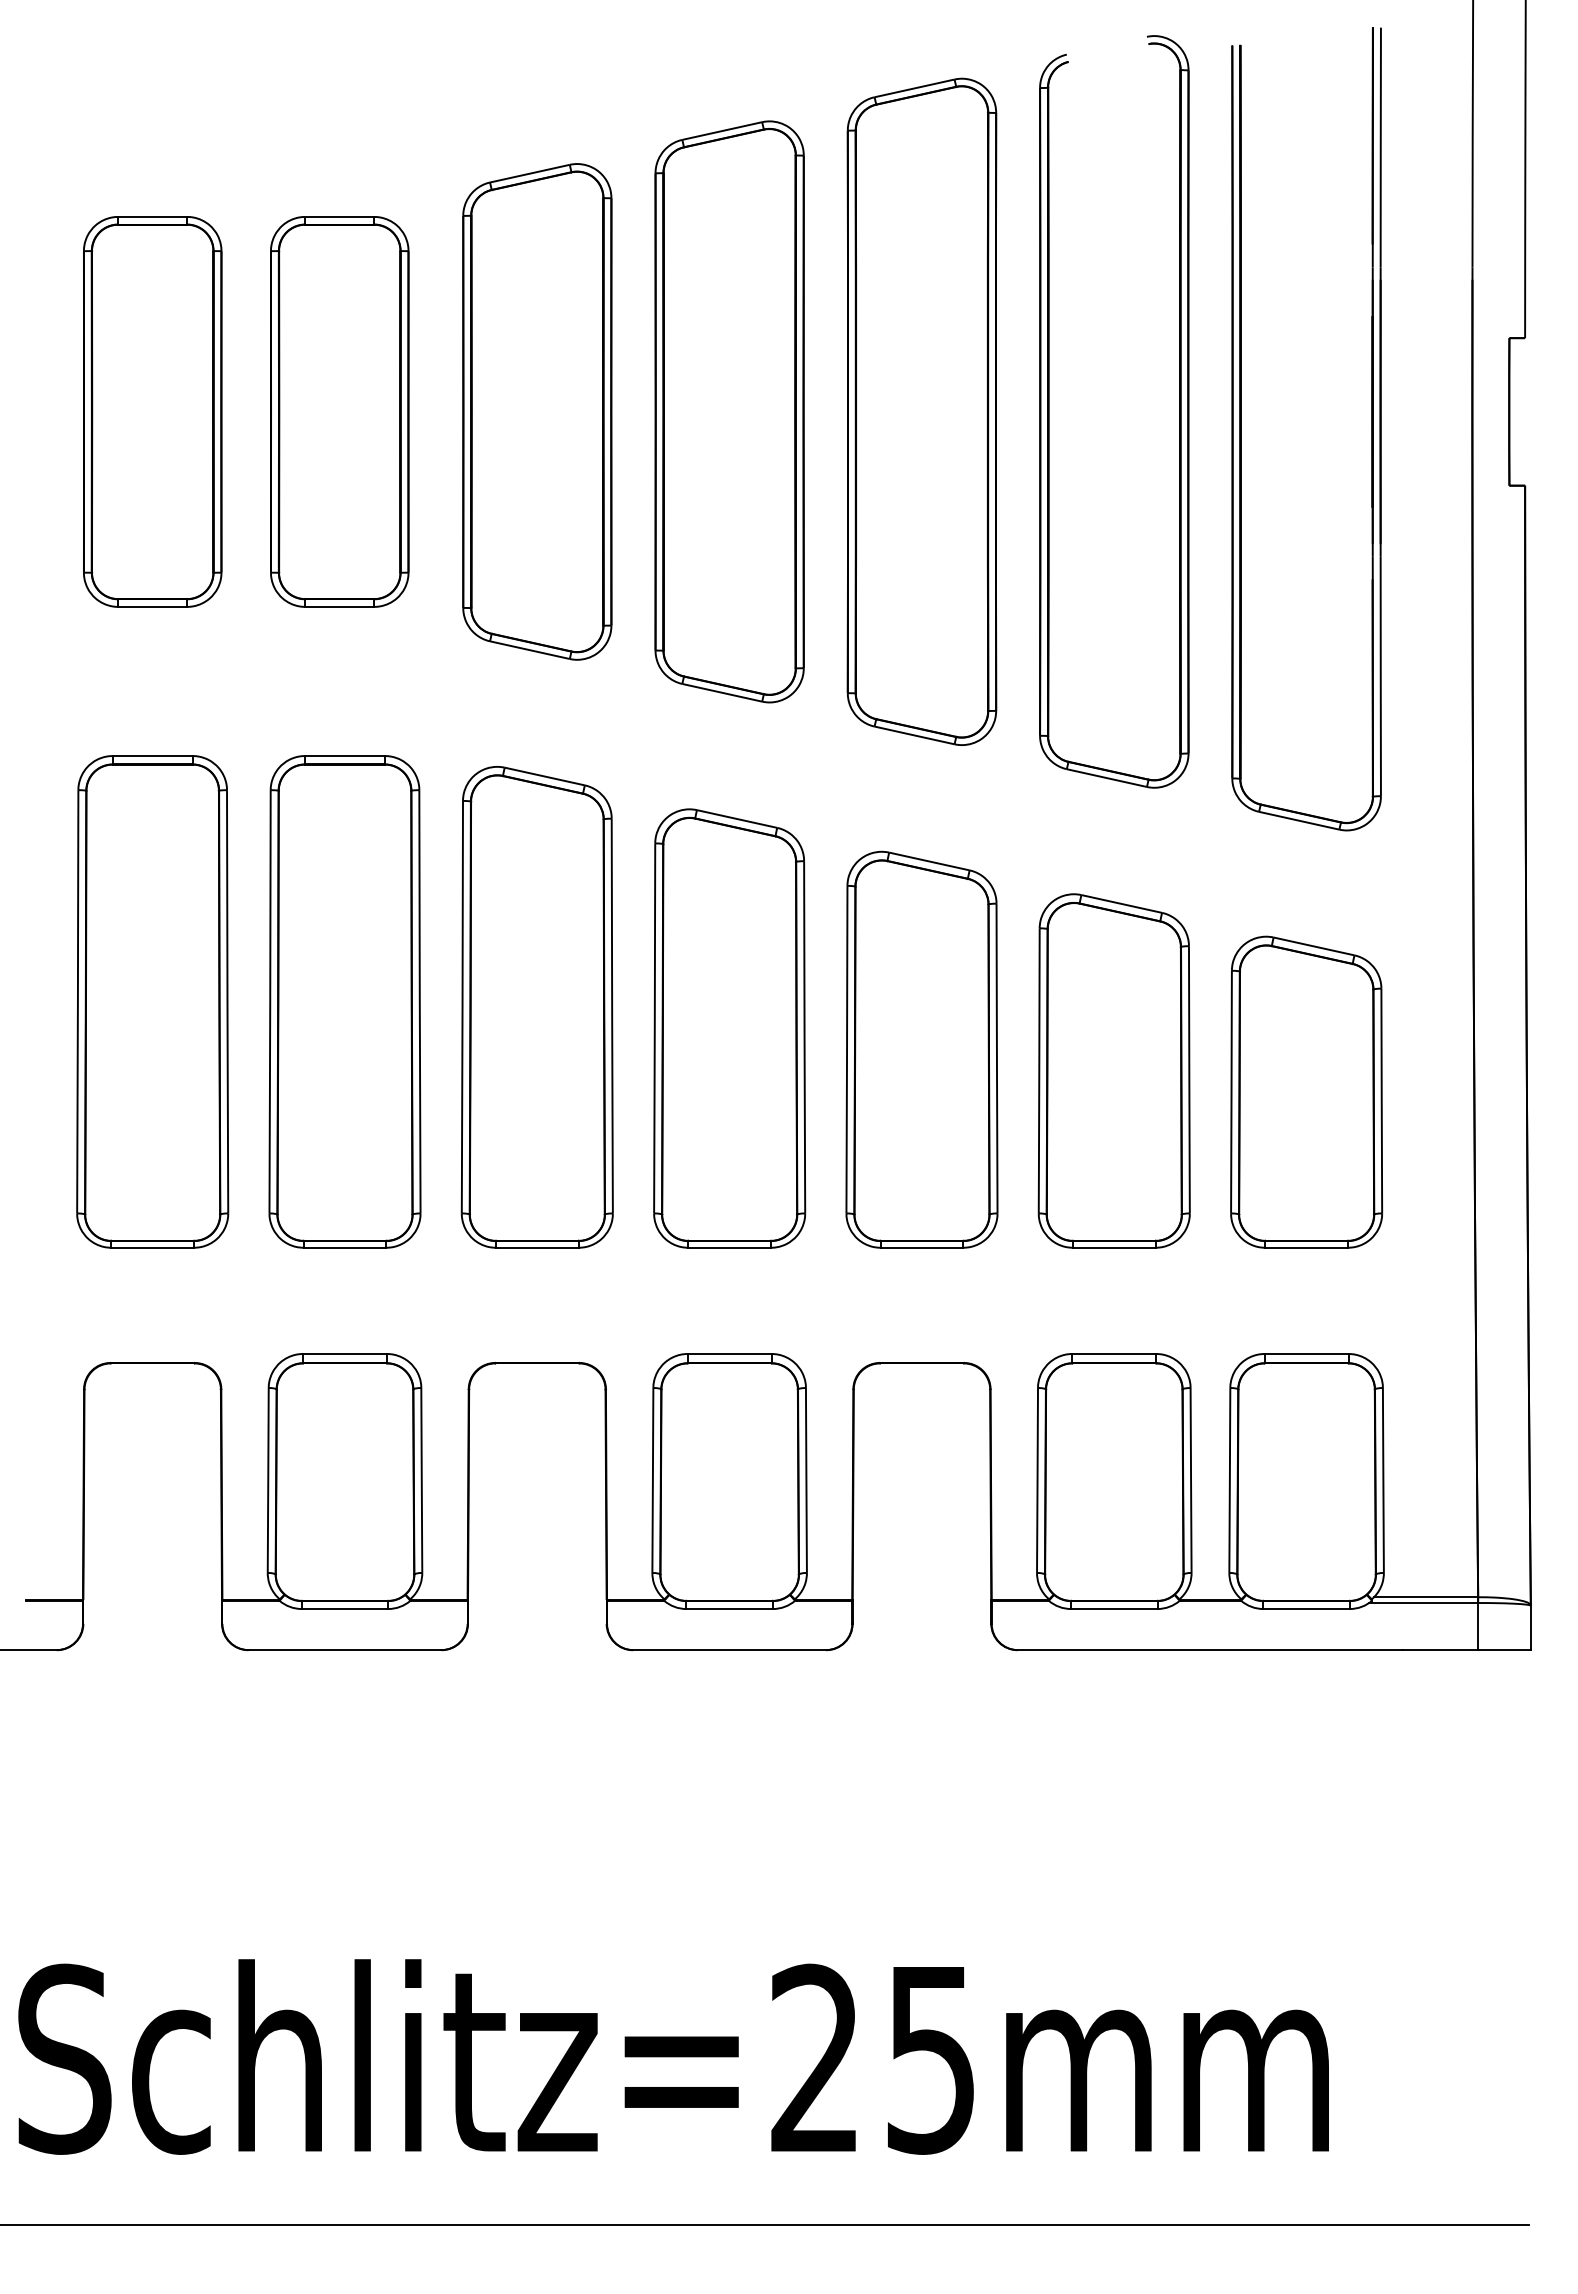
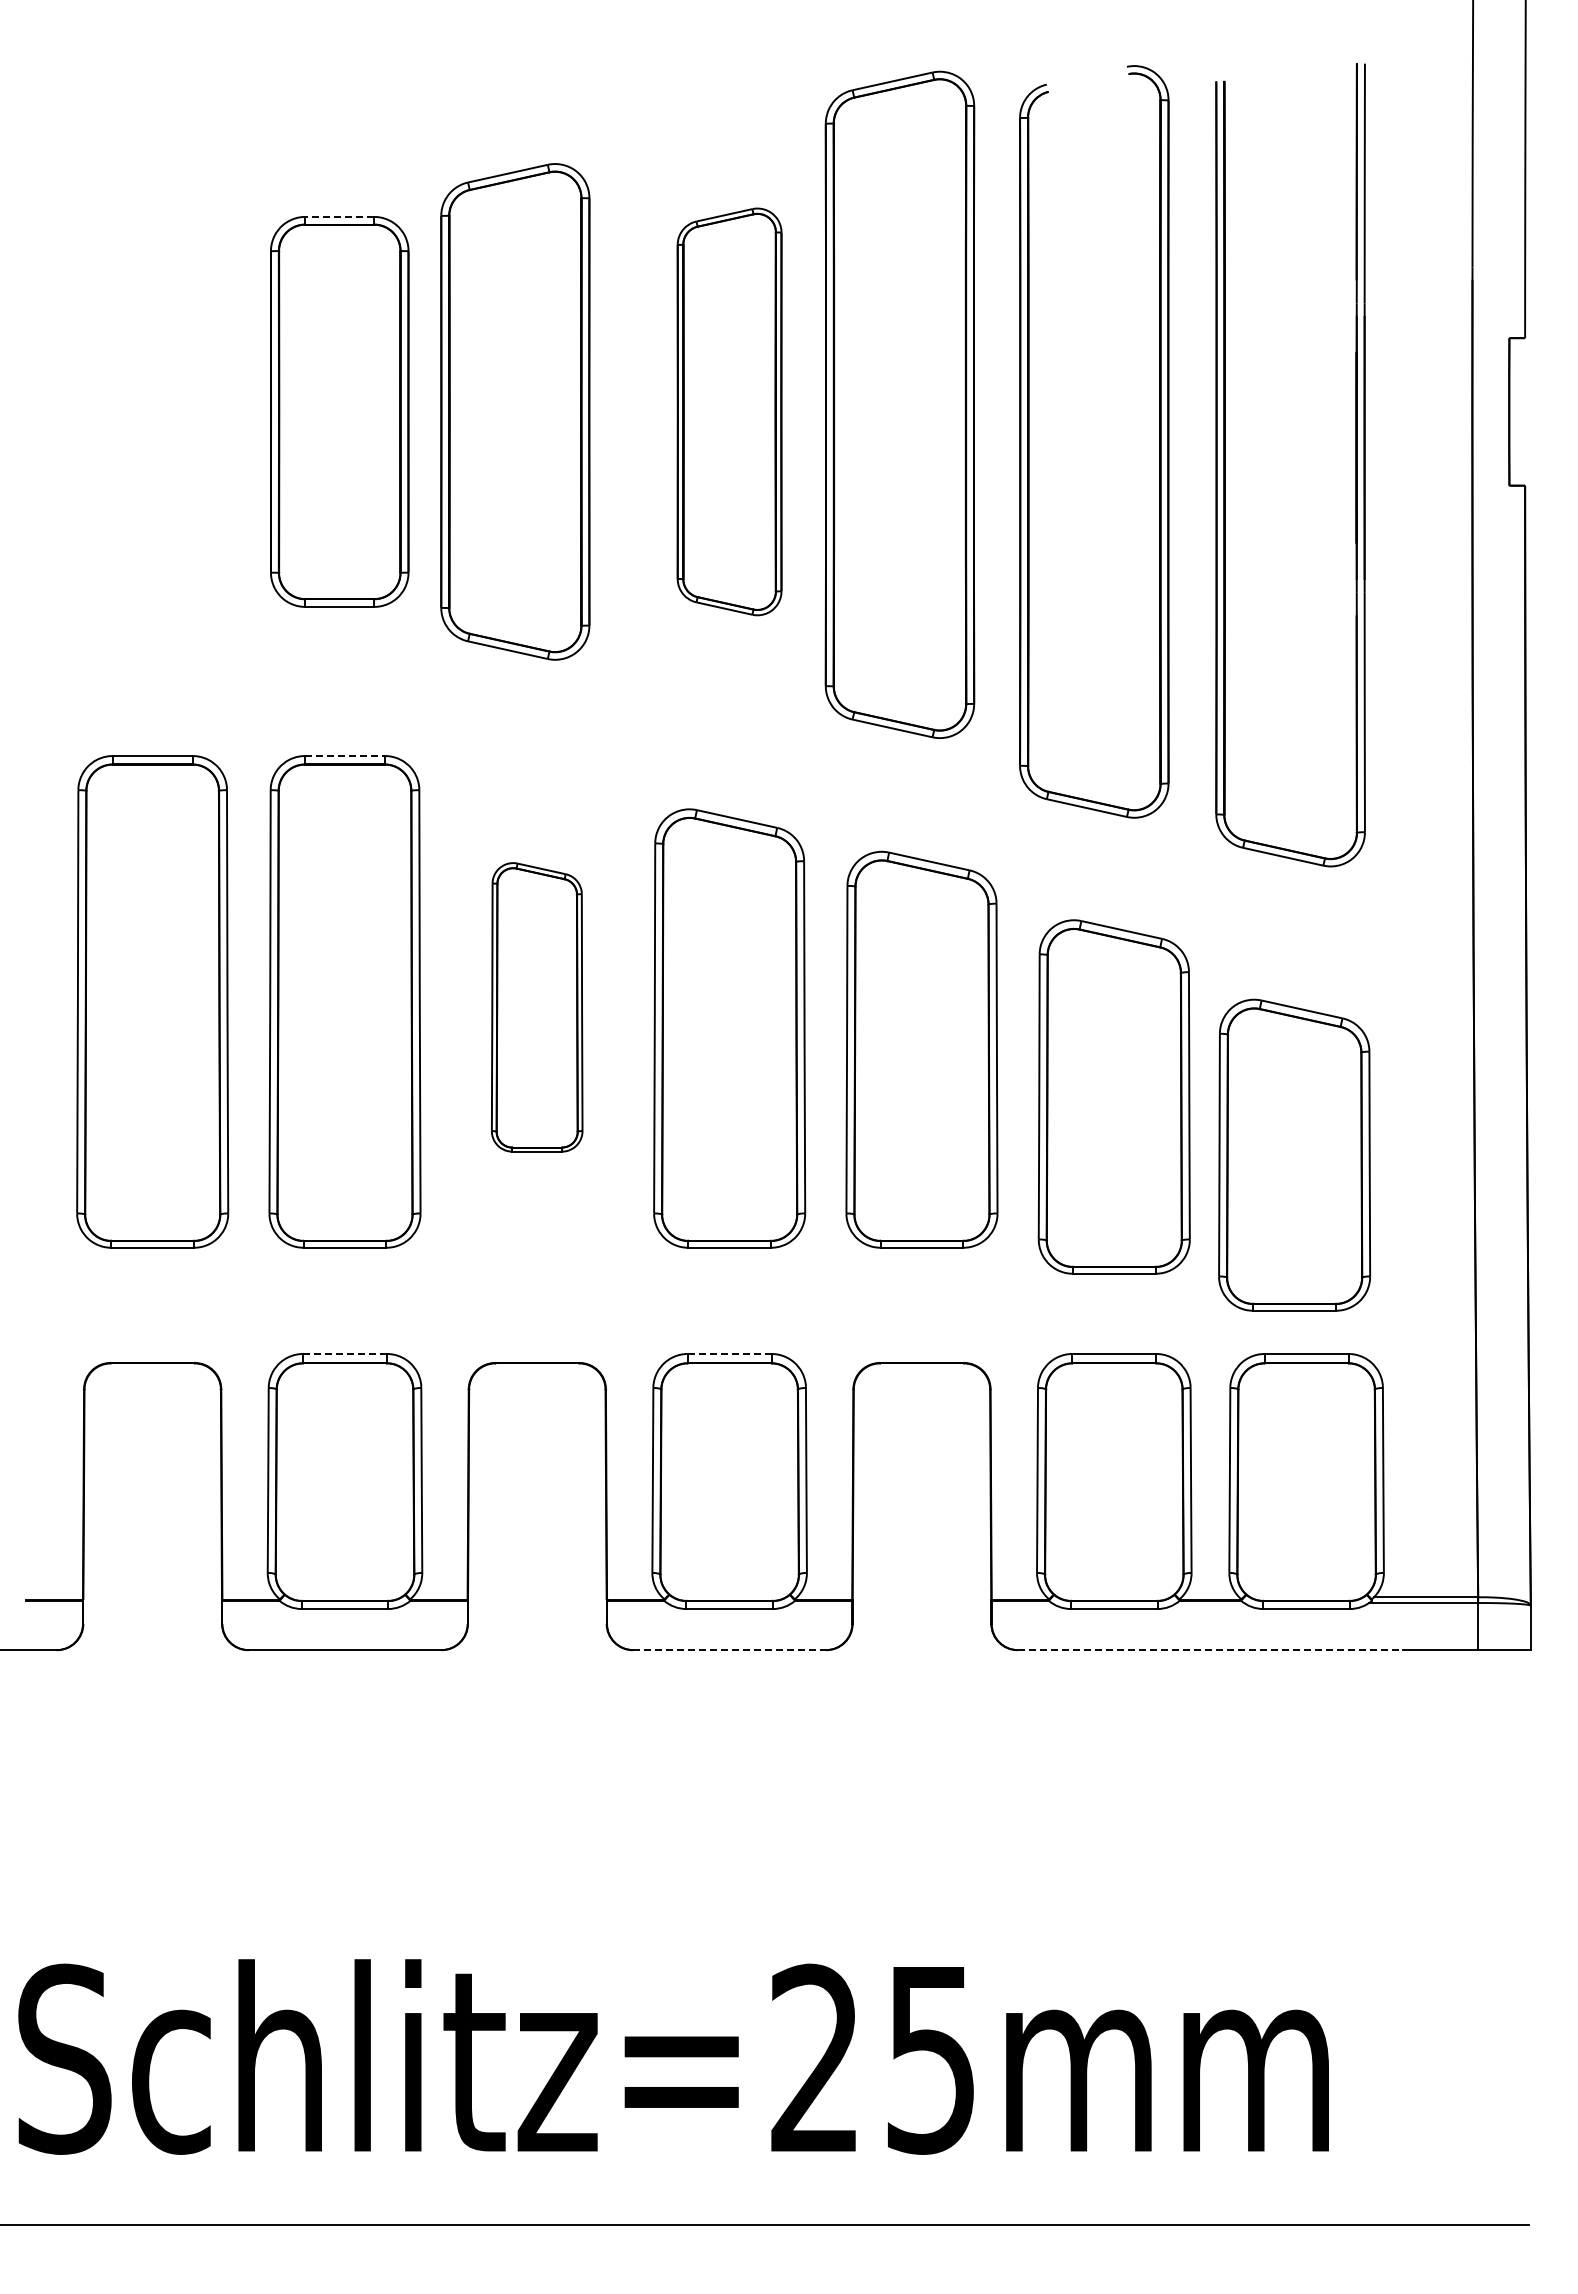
line at (339, 216): solid -> dashed
part at (152, 411): present -> none
part at (537, 411) position: (537, 411) -> (515, 411)
part at (729, 411) size: 151x584 px -> 107x410 px
part at (921, 411) position: (921, 411) -> (899, 404)
part at (1049, 411) position: (1049, 411) -> (1029, 441)
part at (1241, 429) position: (1241, 429) -> (1225, 465)
line at (345, 756): solid -> dashed
part at (536, 1007) size: 154x483 px -> 93x291 px
part at (1113, 1070) position: (1113, 1070) -> (1113, 1096)
part at (1306, 1091) position: (1306, 1091) -> (1294, 1154)
line at (345, 1353): solid -> dashed
line at (729, 1353): solid -> dashed
line at (730, 1650): solid -> dashed
line at (1210, 1650): solid -> dashed
